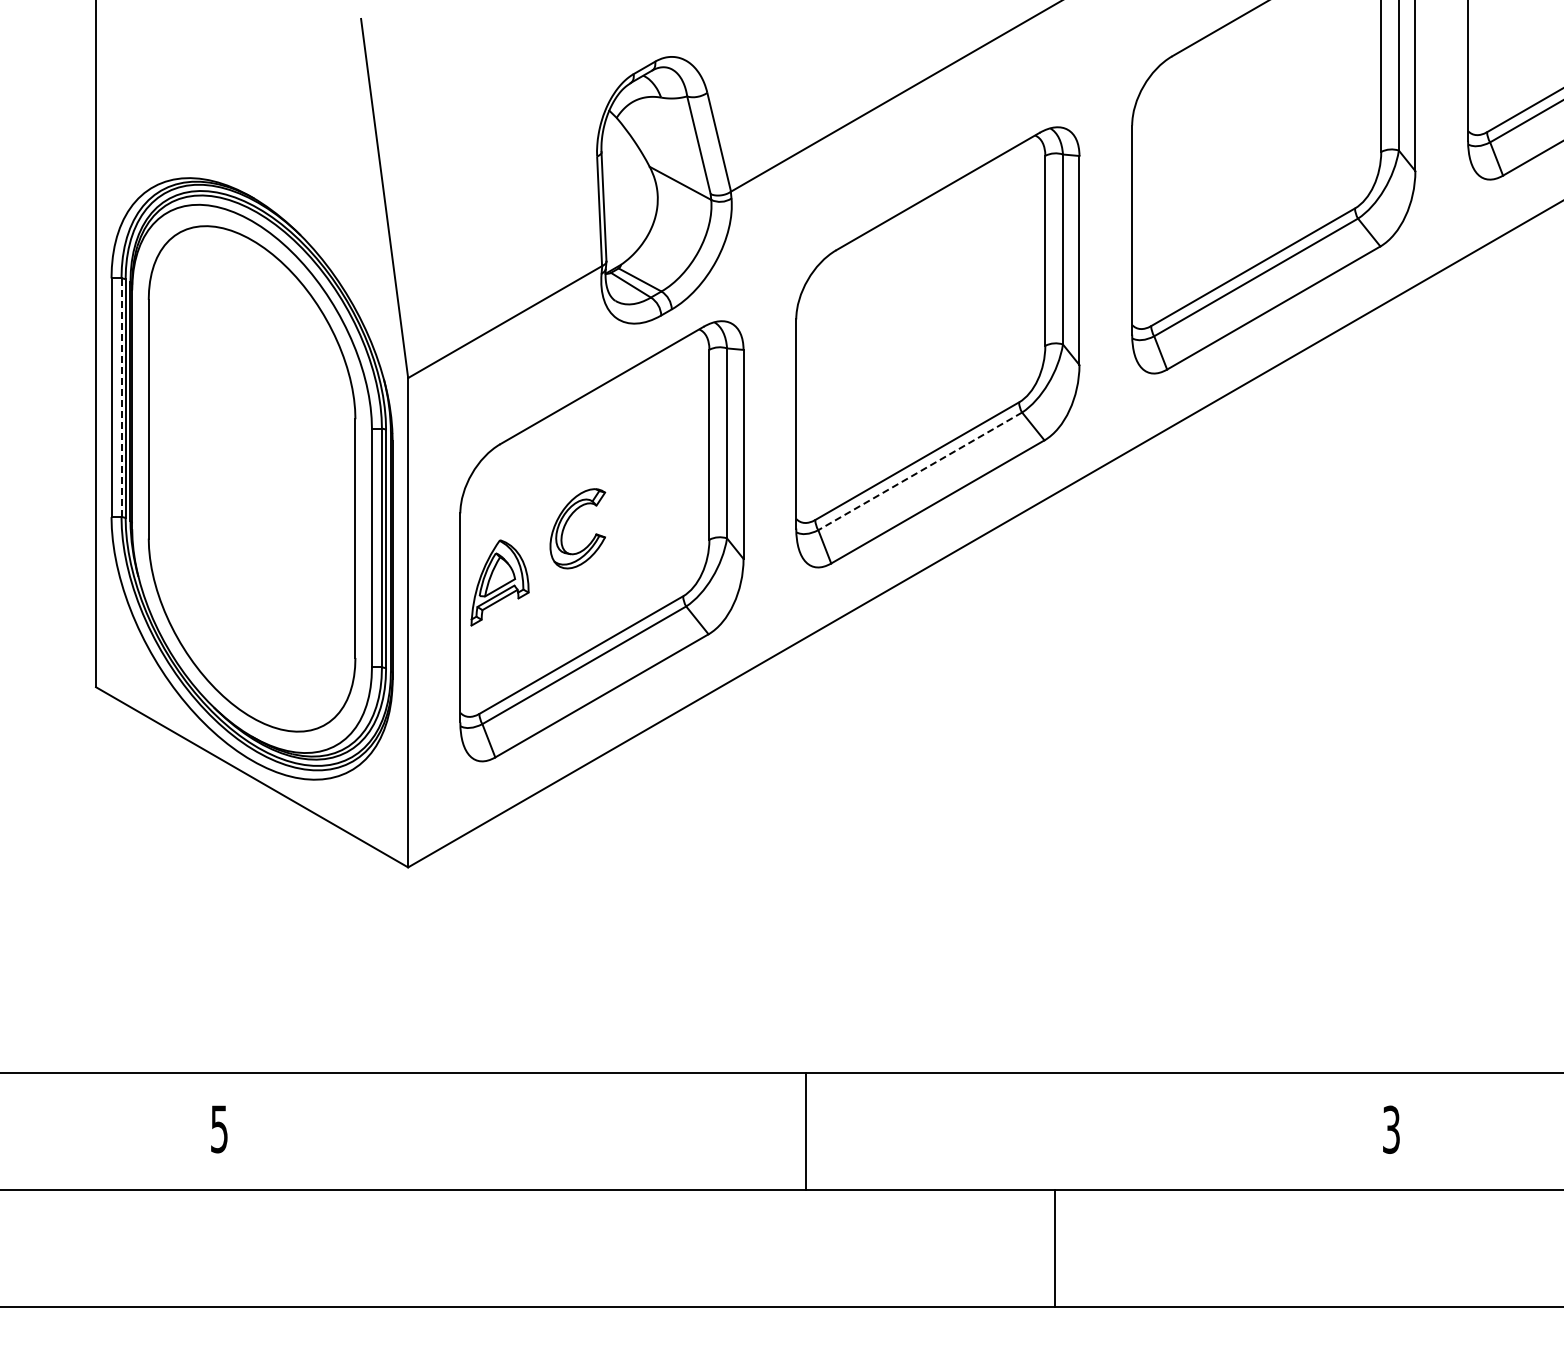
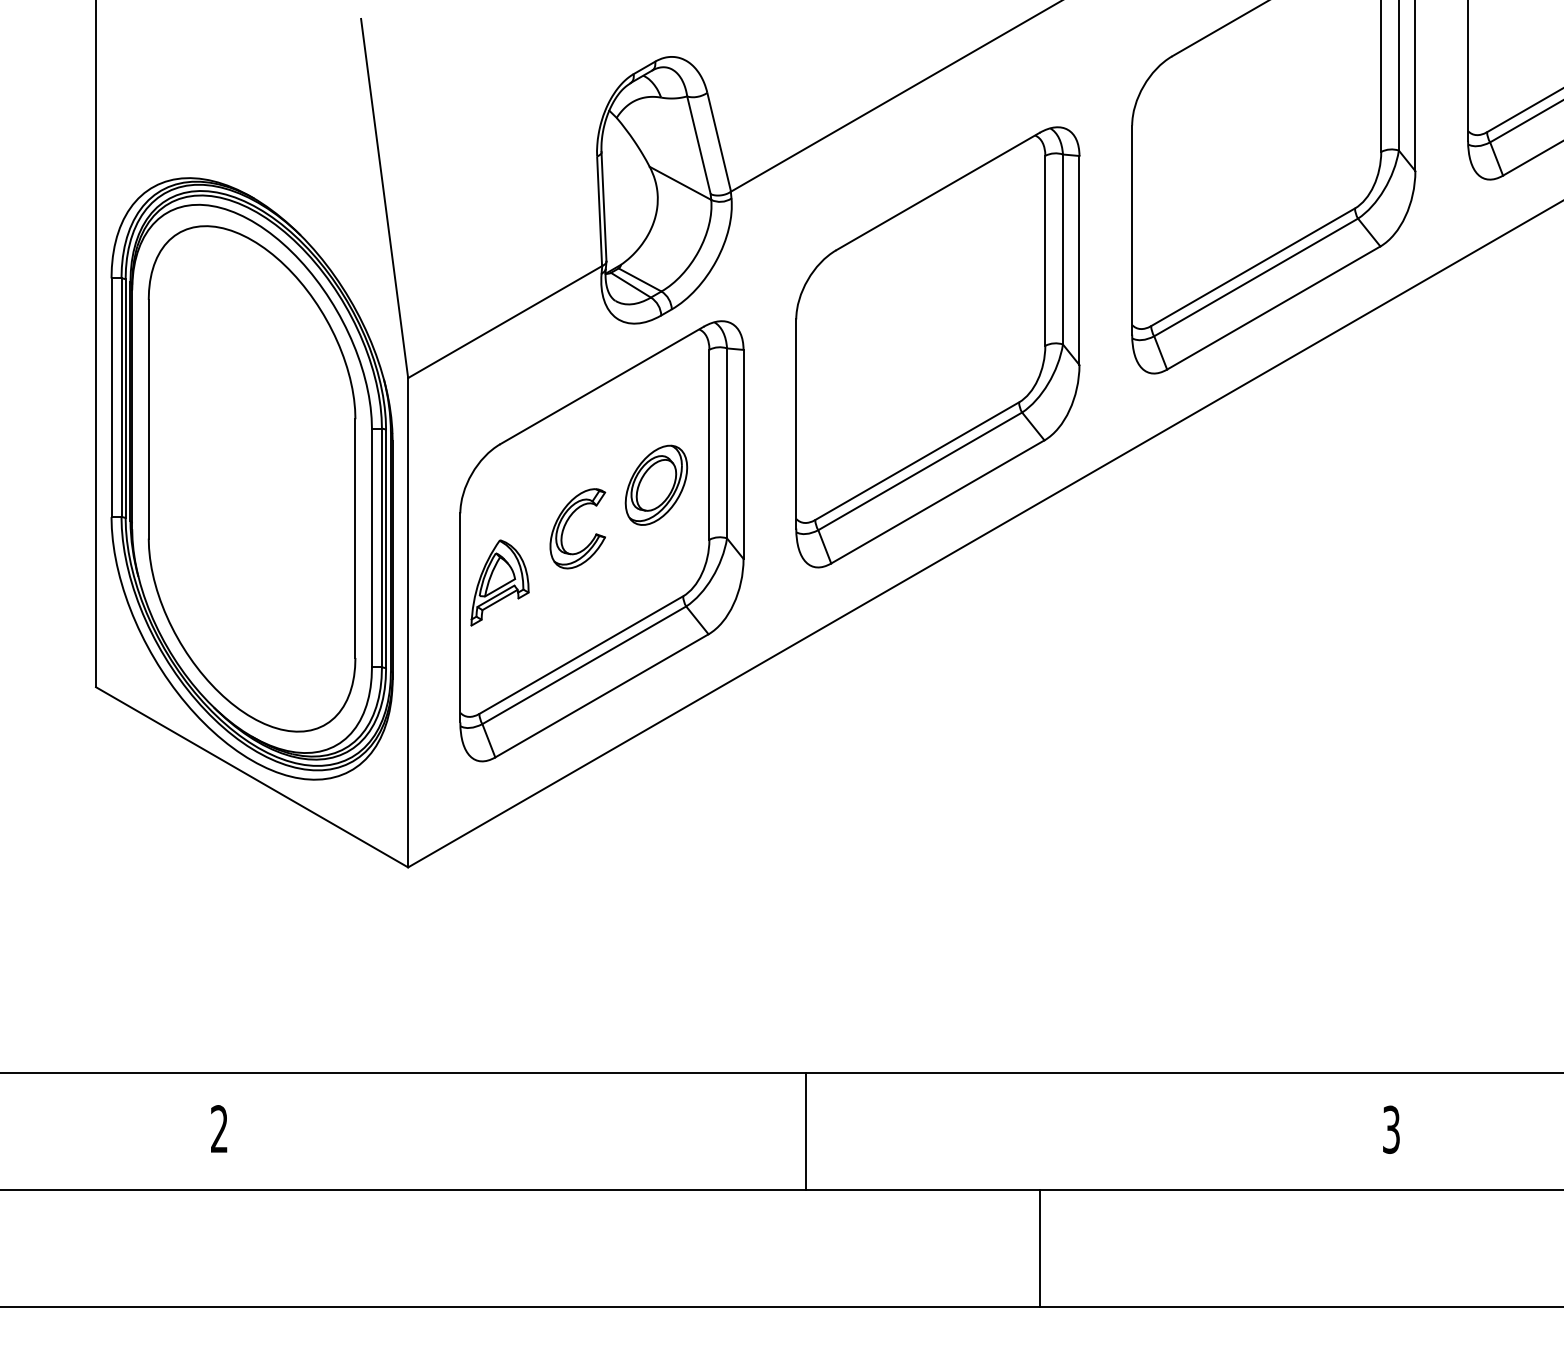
line at (121, 397): dashed -> solid
line at (920, 471): dashed -> solid
part at (656, 484): none -> present
text at (219, 1129): 5 -> 2
line at (1054, 1247) position: (1054, 1247) -> (1039, 1247)
